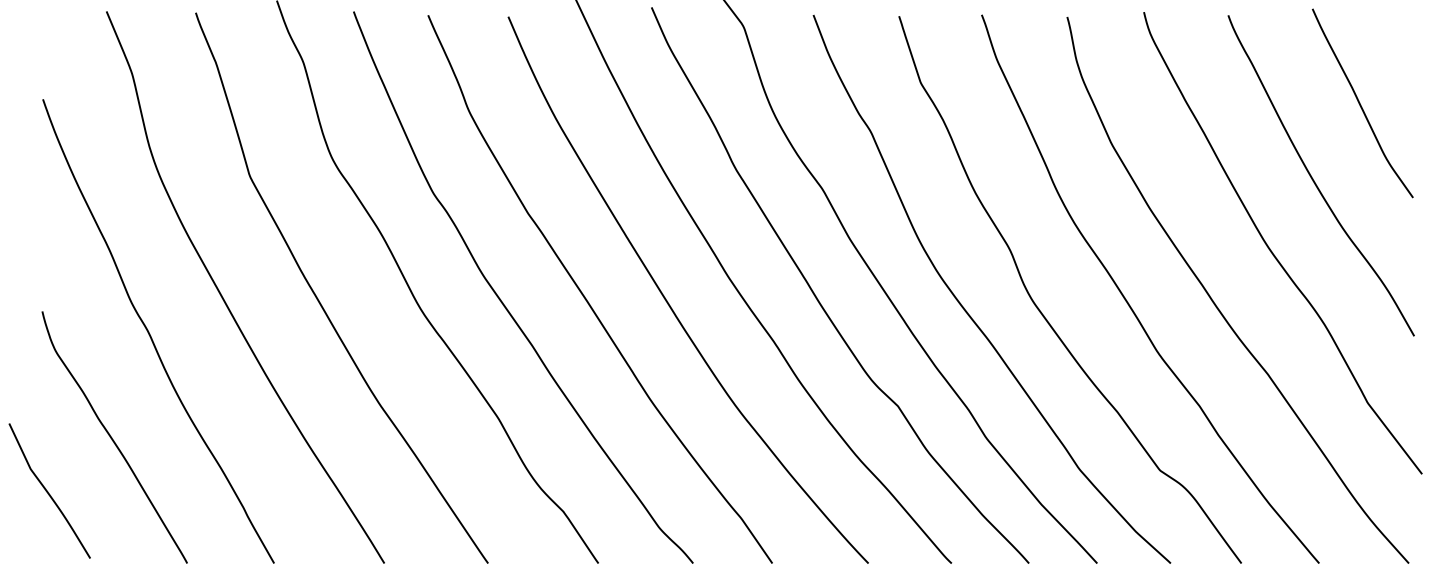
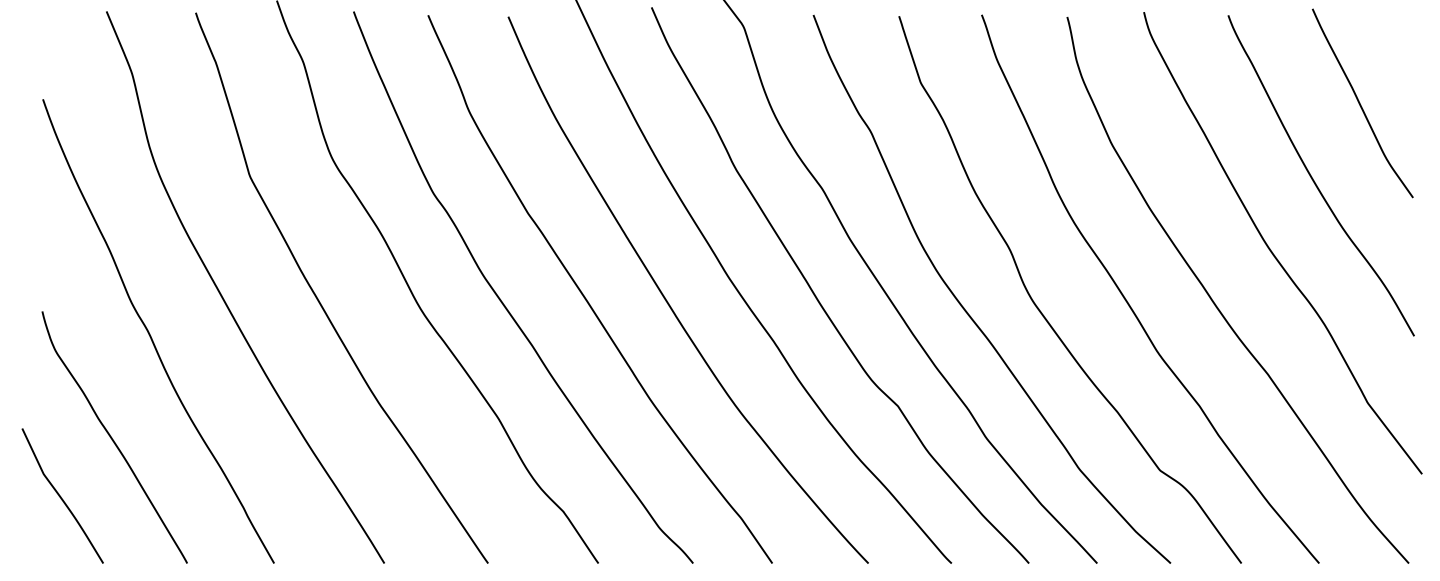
curve at (48, 491) position: (48, 491) -> (61, 496)
